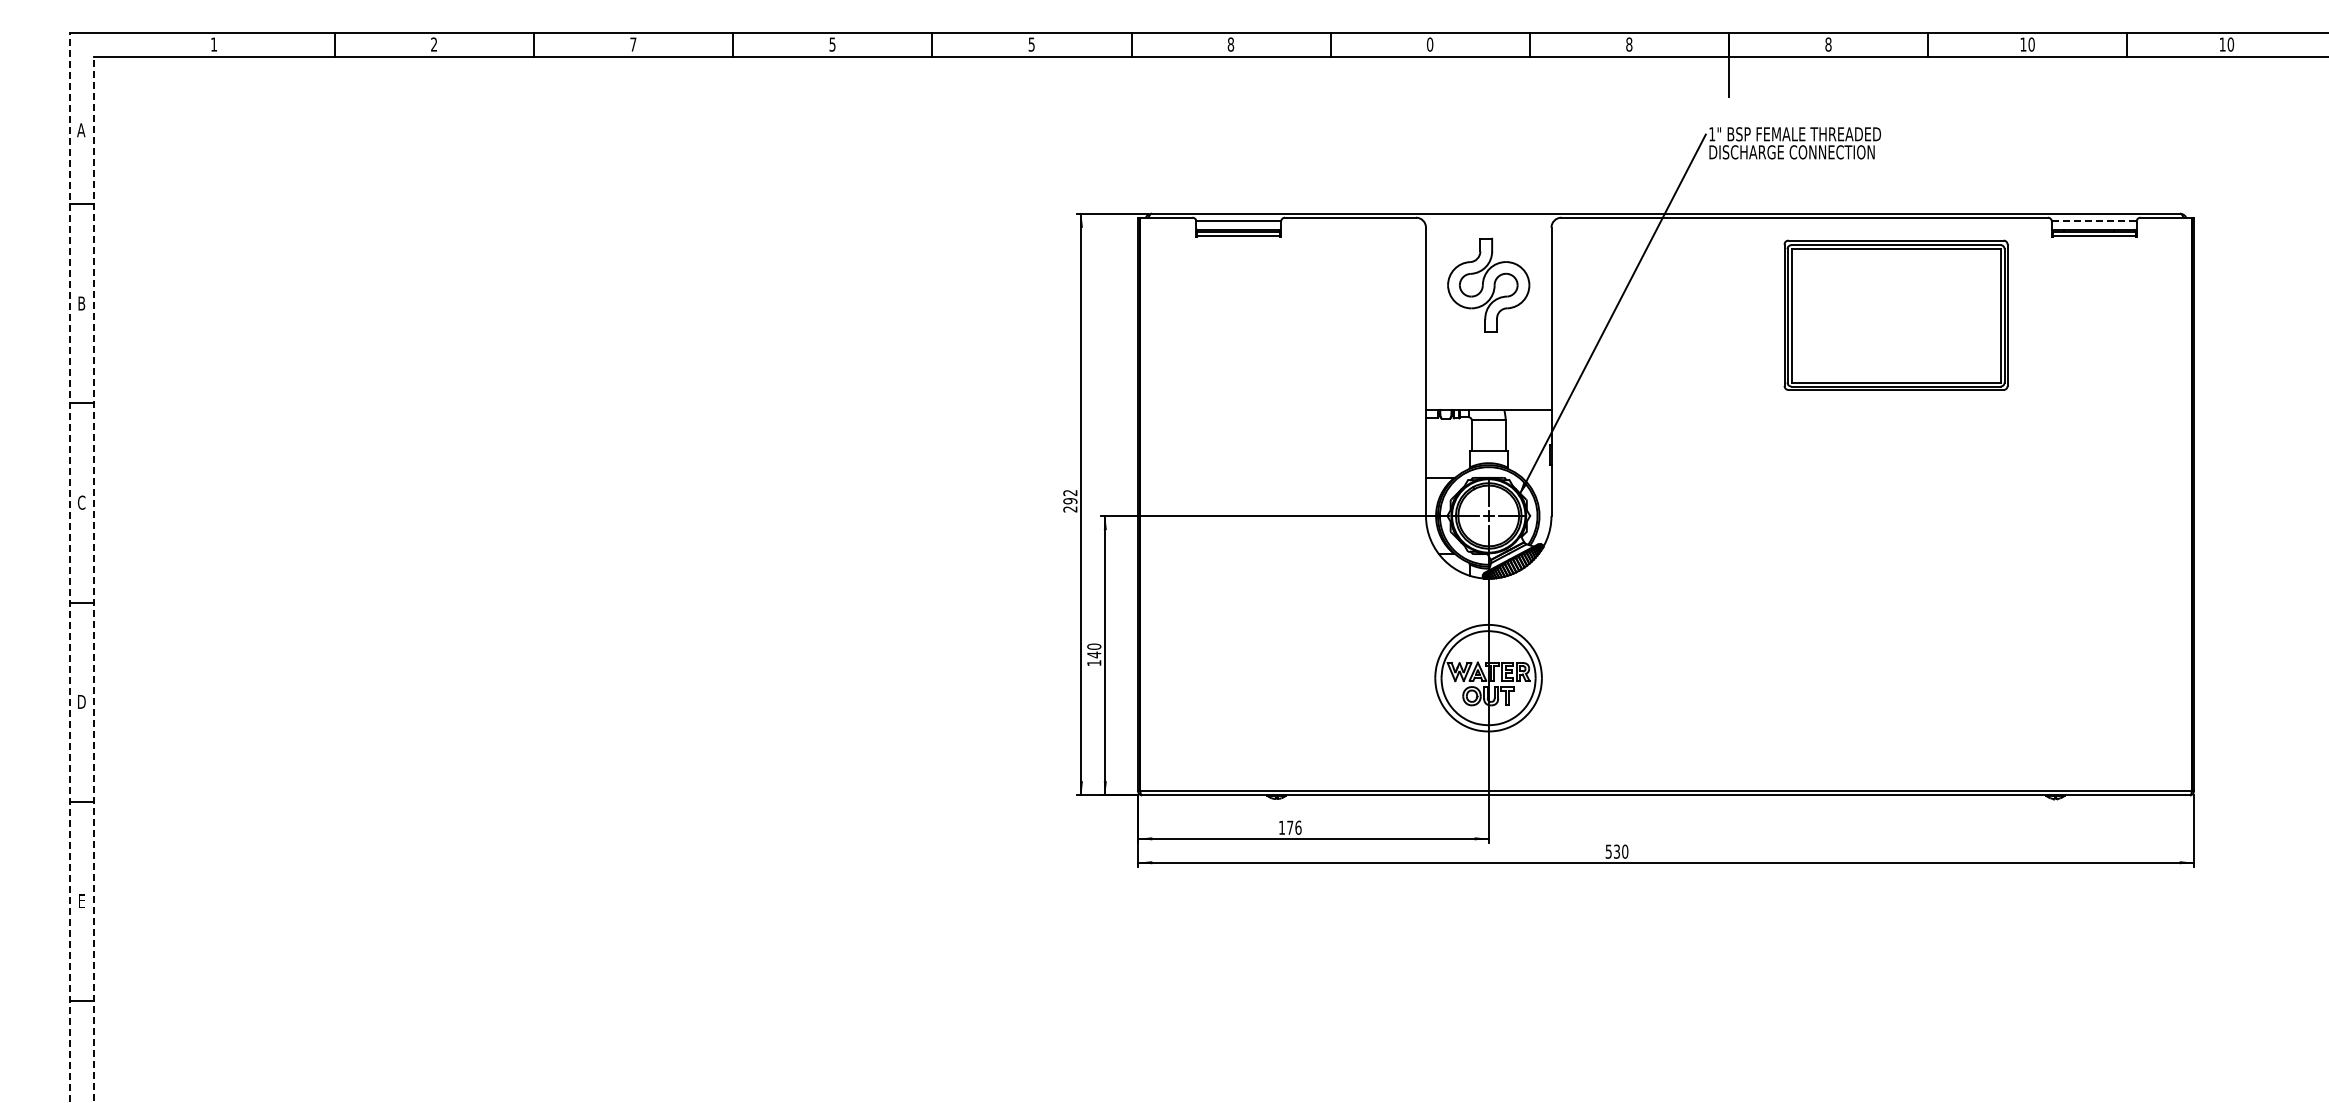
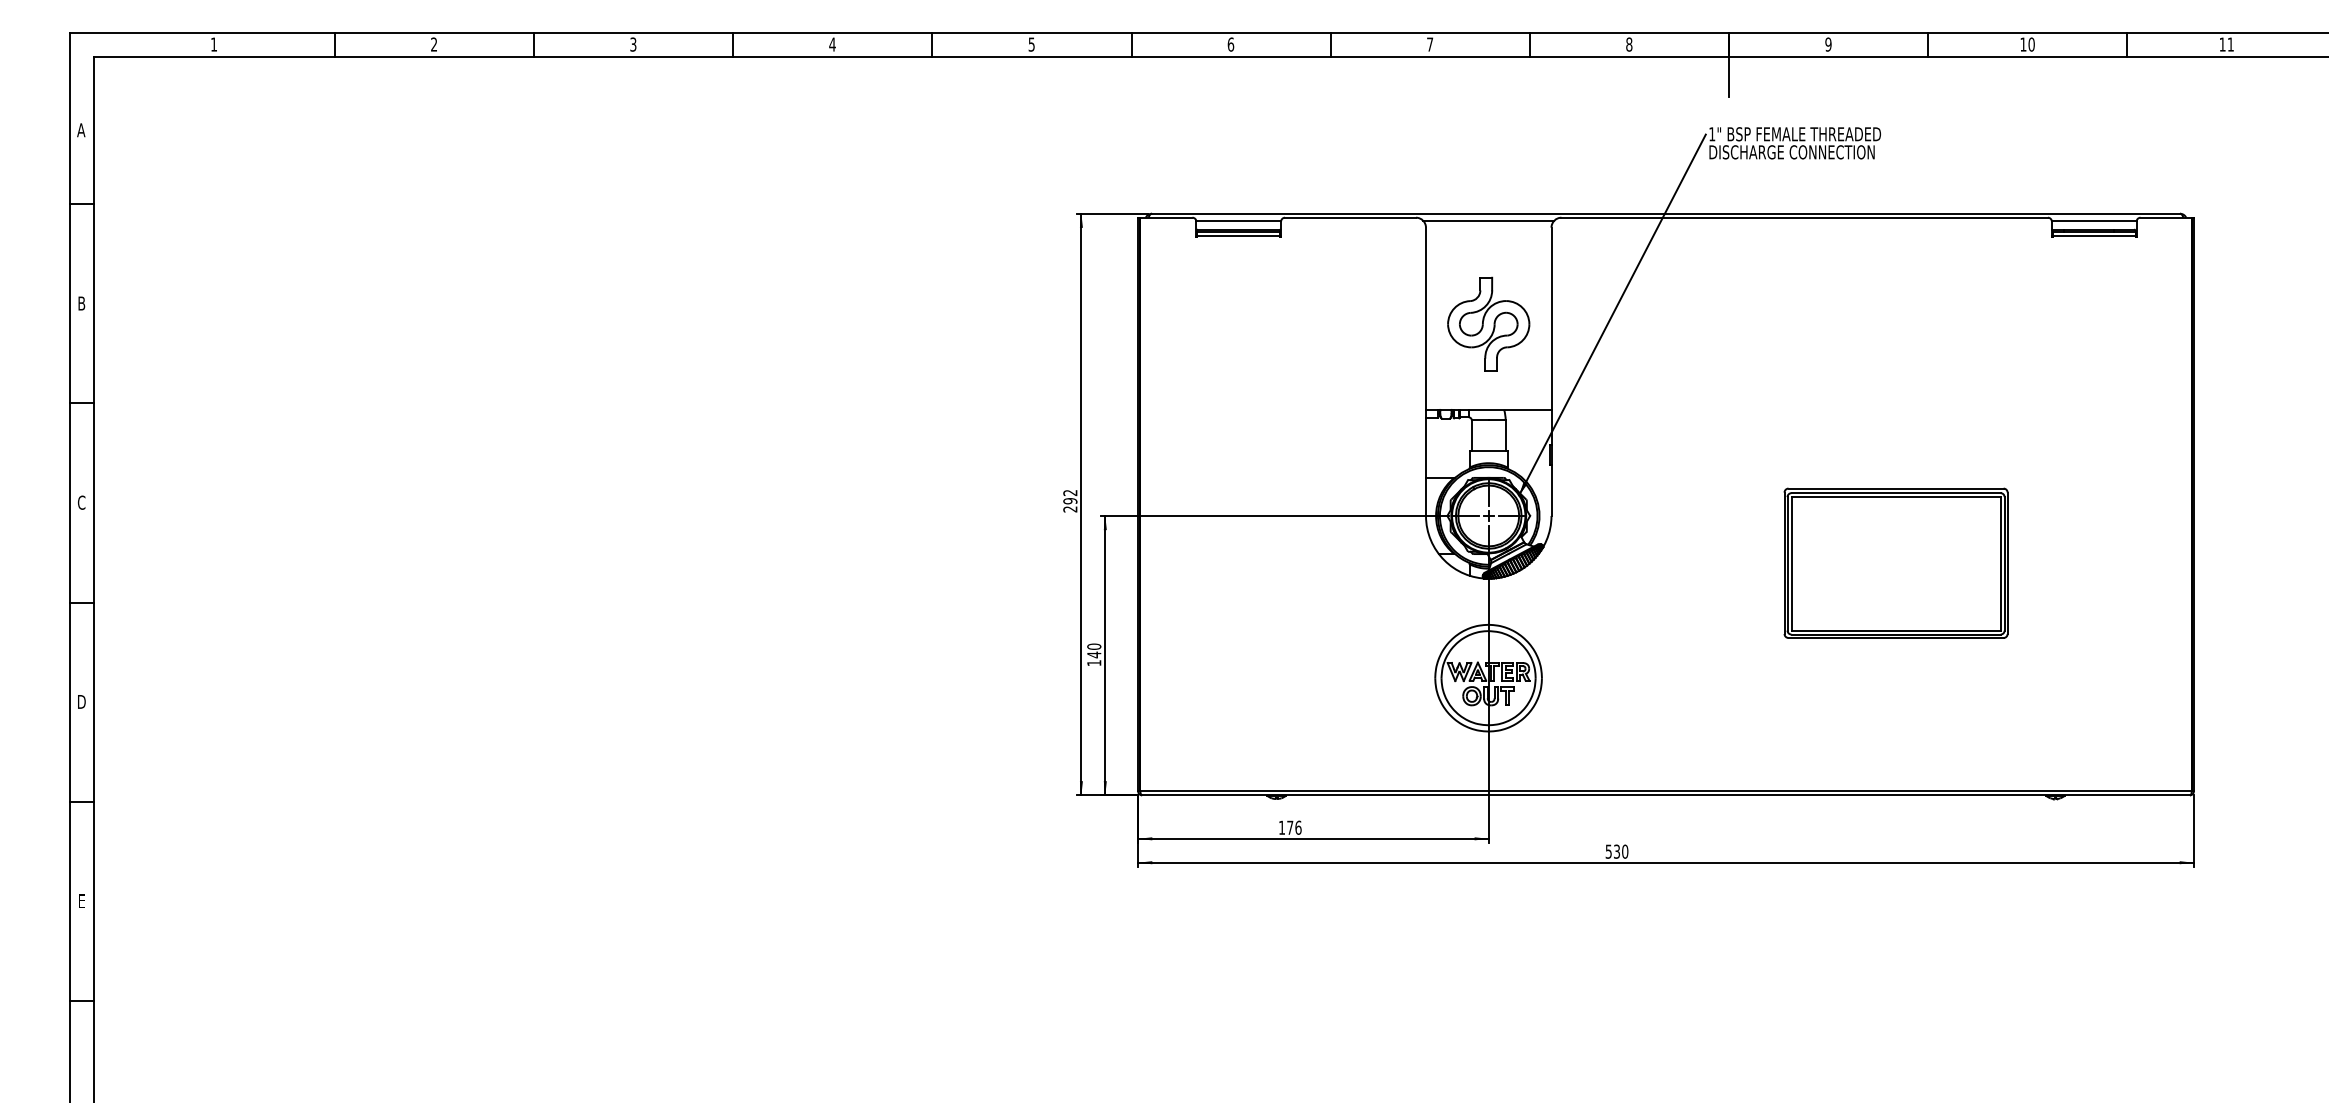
text at (633, 44): 7 -> 3
text at (832, 44): 5 -> 4
text at (1230, 44): 8 -> 6
text at (1430, 44): 0 -> 7
text at (1828, 44): 8 -> 9
text at (2230, 44): 10 -> 11
line at (1488, 220): none -> present
line at (2094, 220): dashed -> solid
part at (1488, 284) position: (1488, 284) -> (1488, 323)
part at (1895, 314) position: (1895, 314) -> (1895, 562)
line at (69, 567): dashed -> solid
line at (93, 579): dashed -> solid
